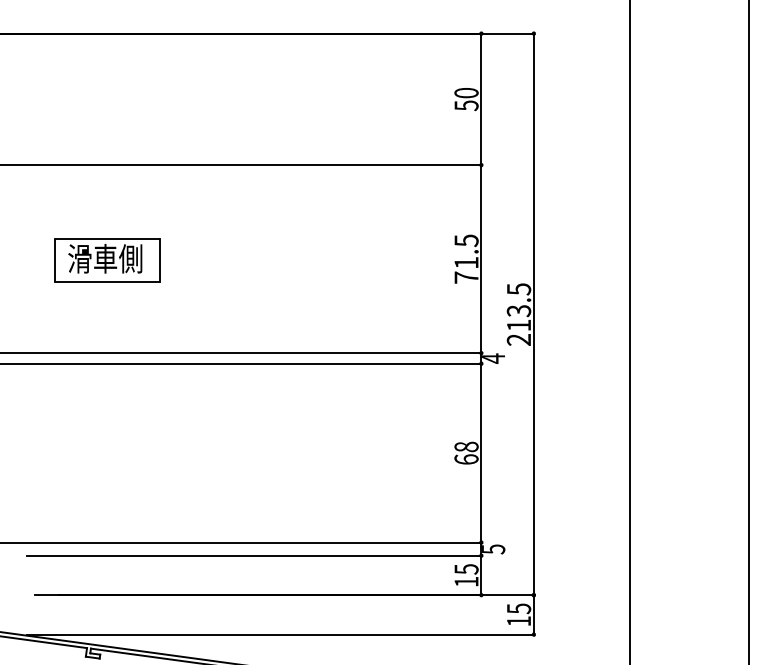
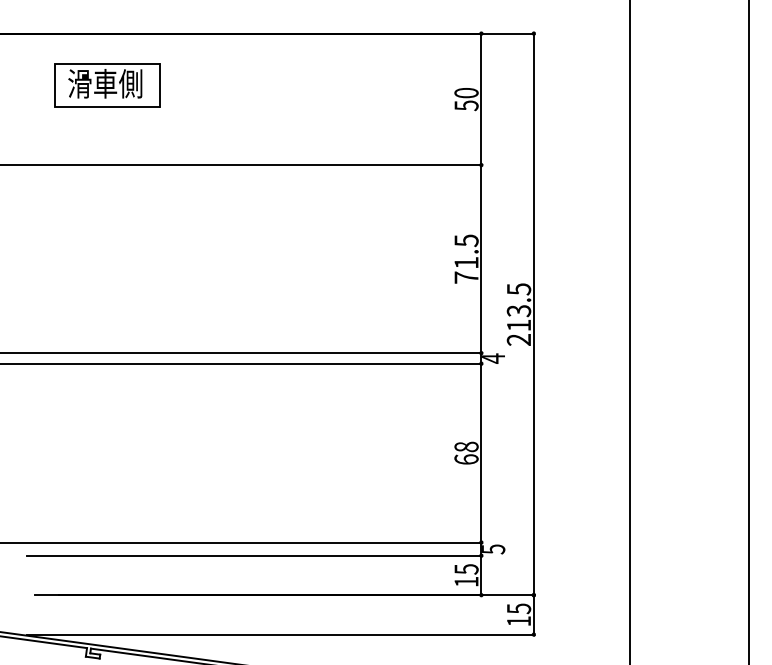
part at (107, 260) position: (107, 260) -> (107, 85)
